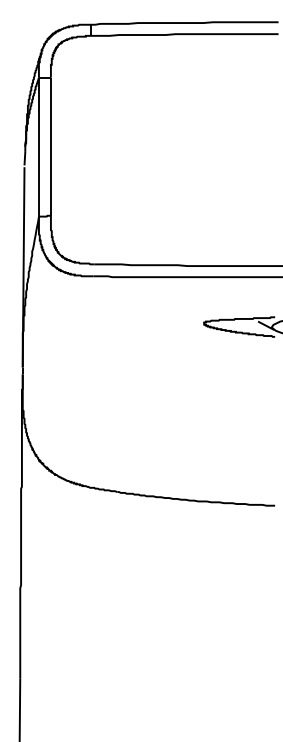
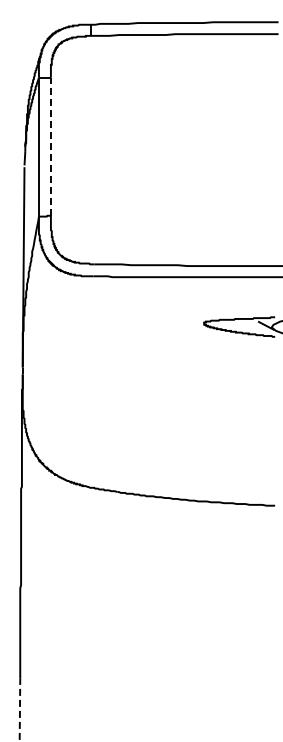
line at (50, 146): solid -> dashed
line at (19, 709): solid -> dashed
